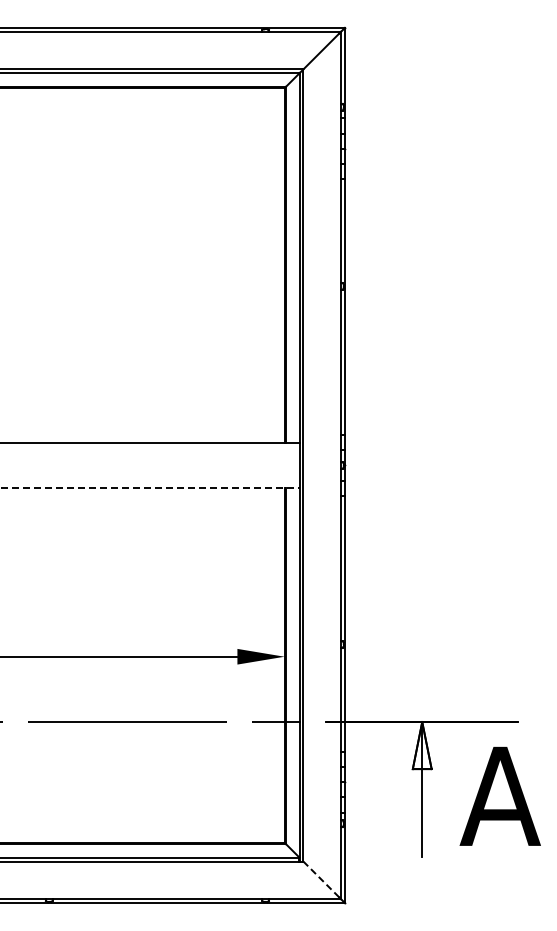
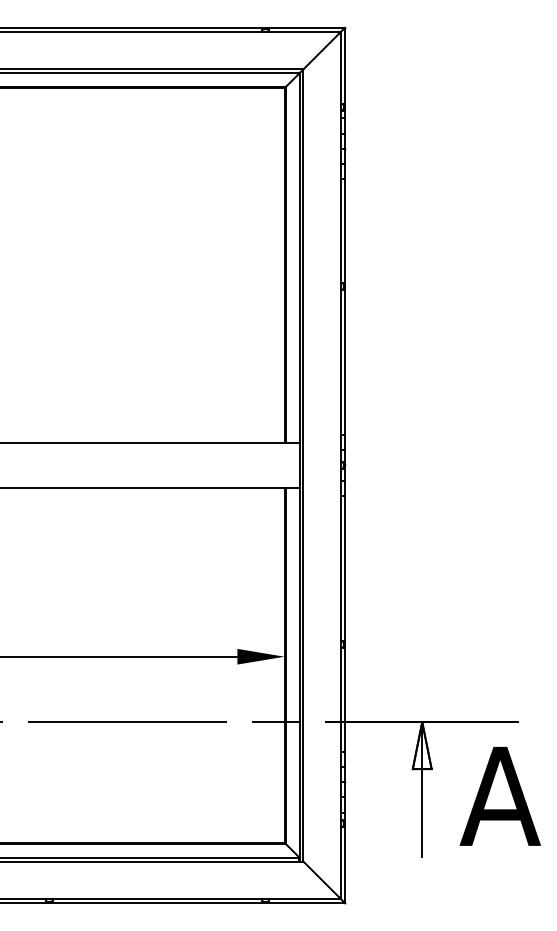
line at (150, 488): dashed -> solid
line at (321, 879): dashed -> solid
